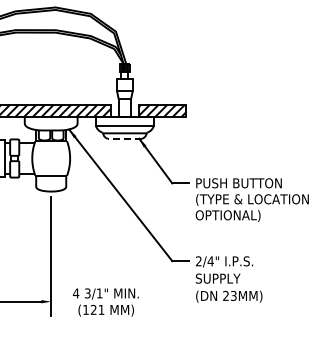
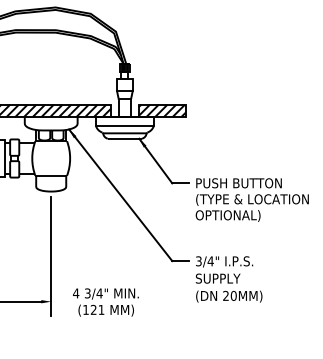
line at (124, 138): dashed -> solid
text at (198, 261): 2/4" -> 3/4"
text at (99, 293): 3/1" -> 3/4"
text at (233, 295): 23MM) -> 20MM)
